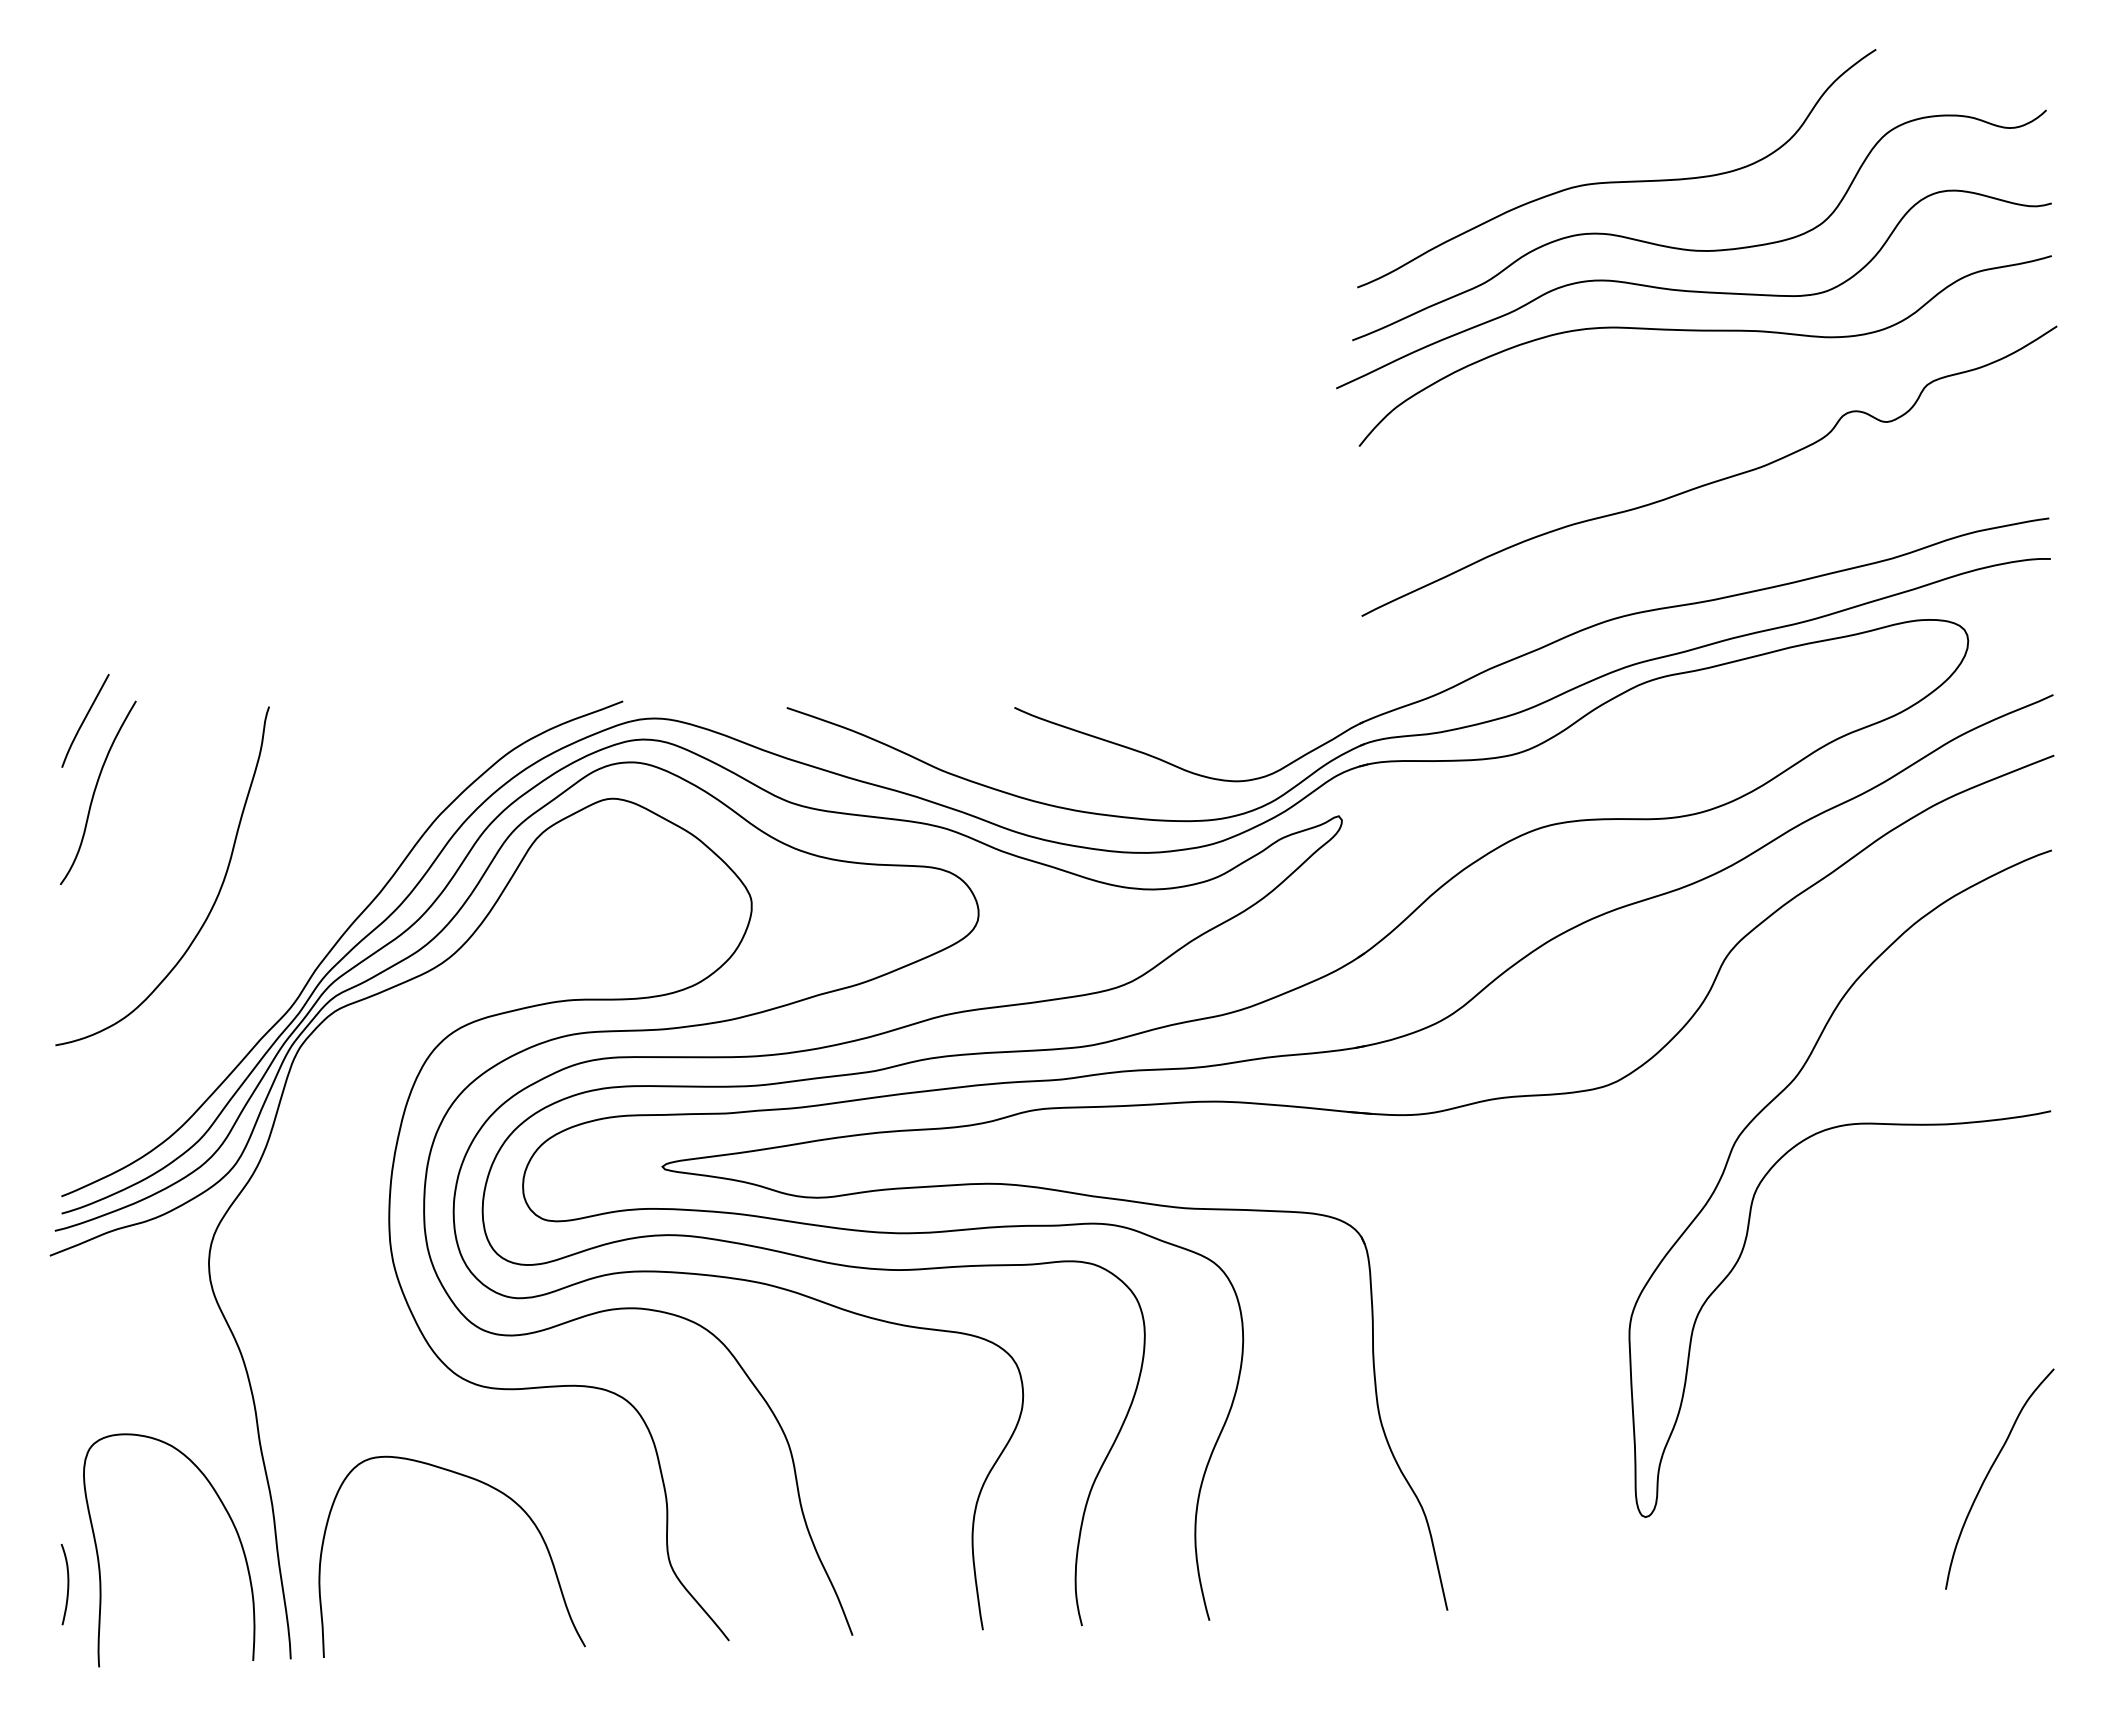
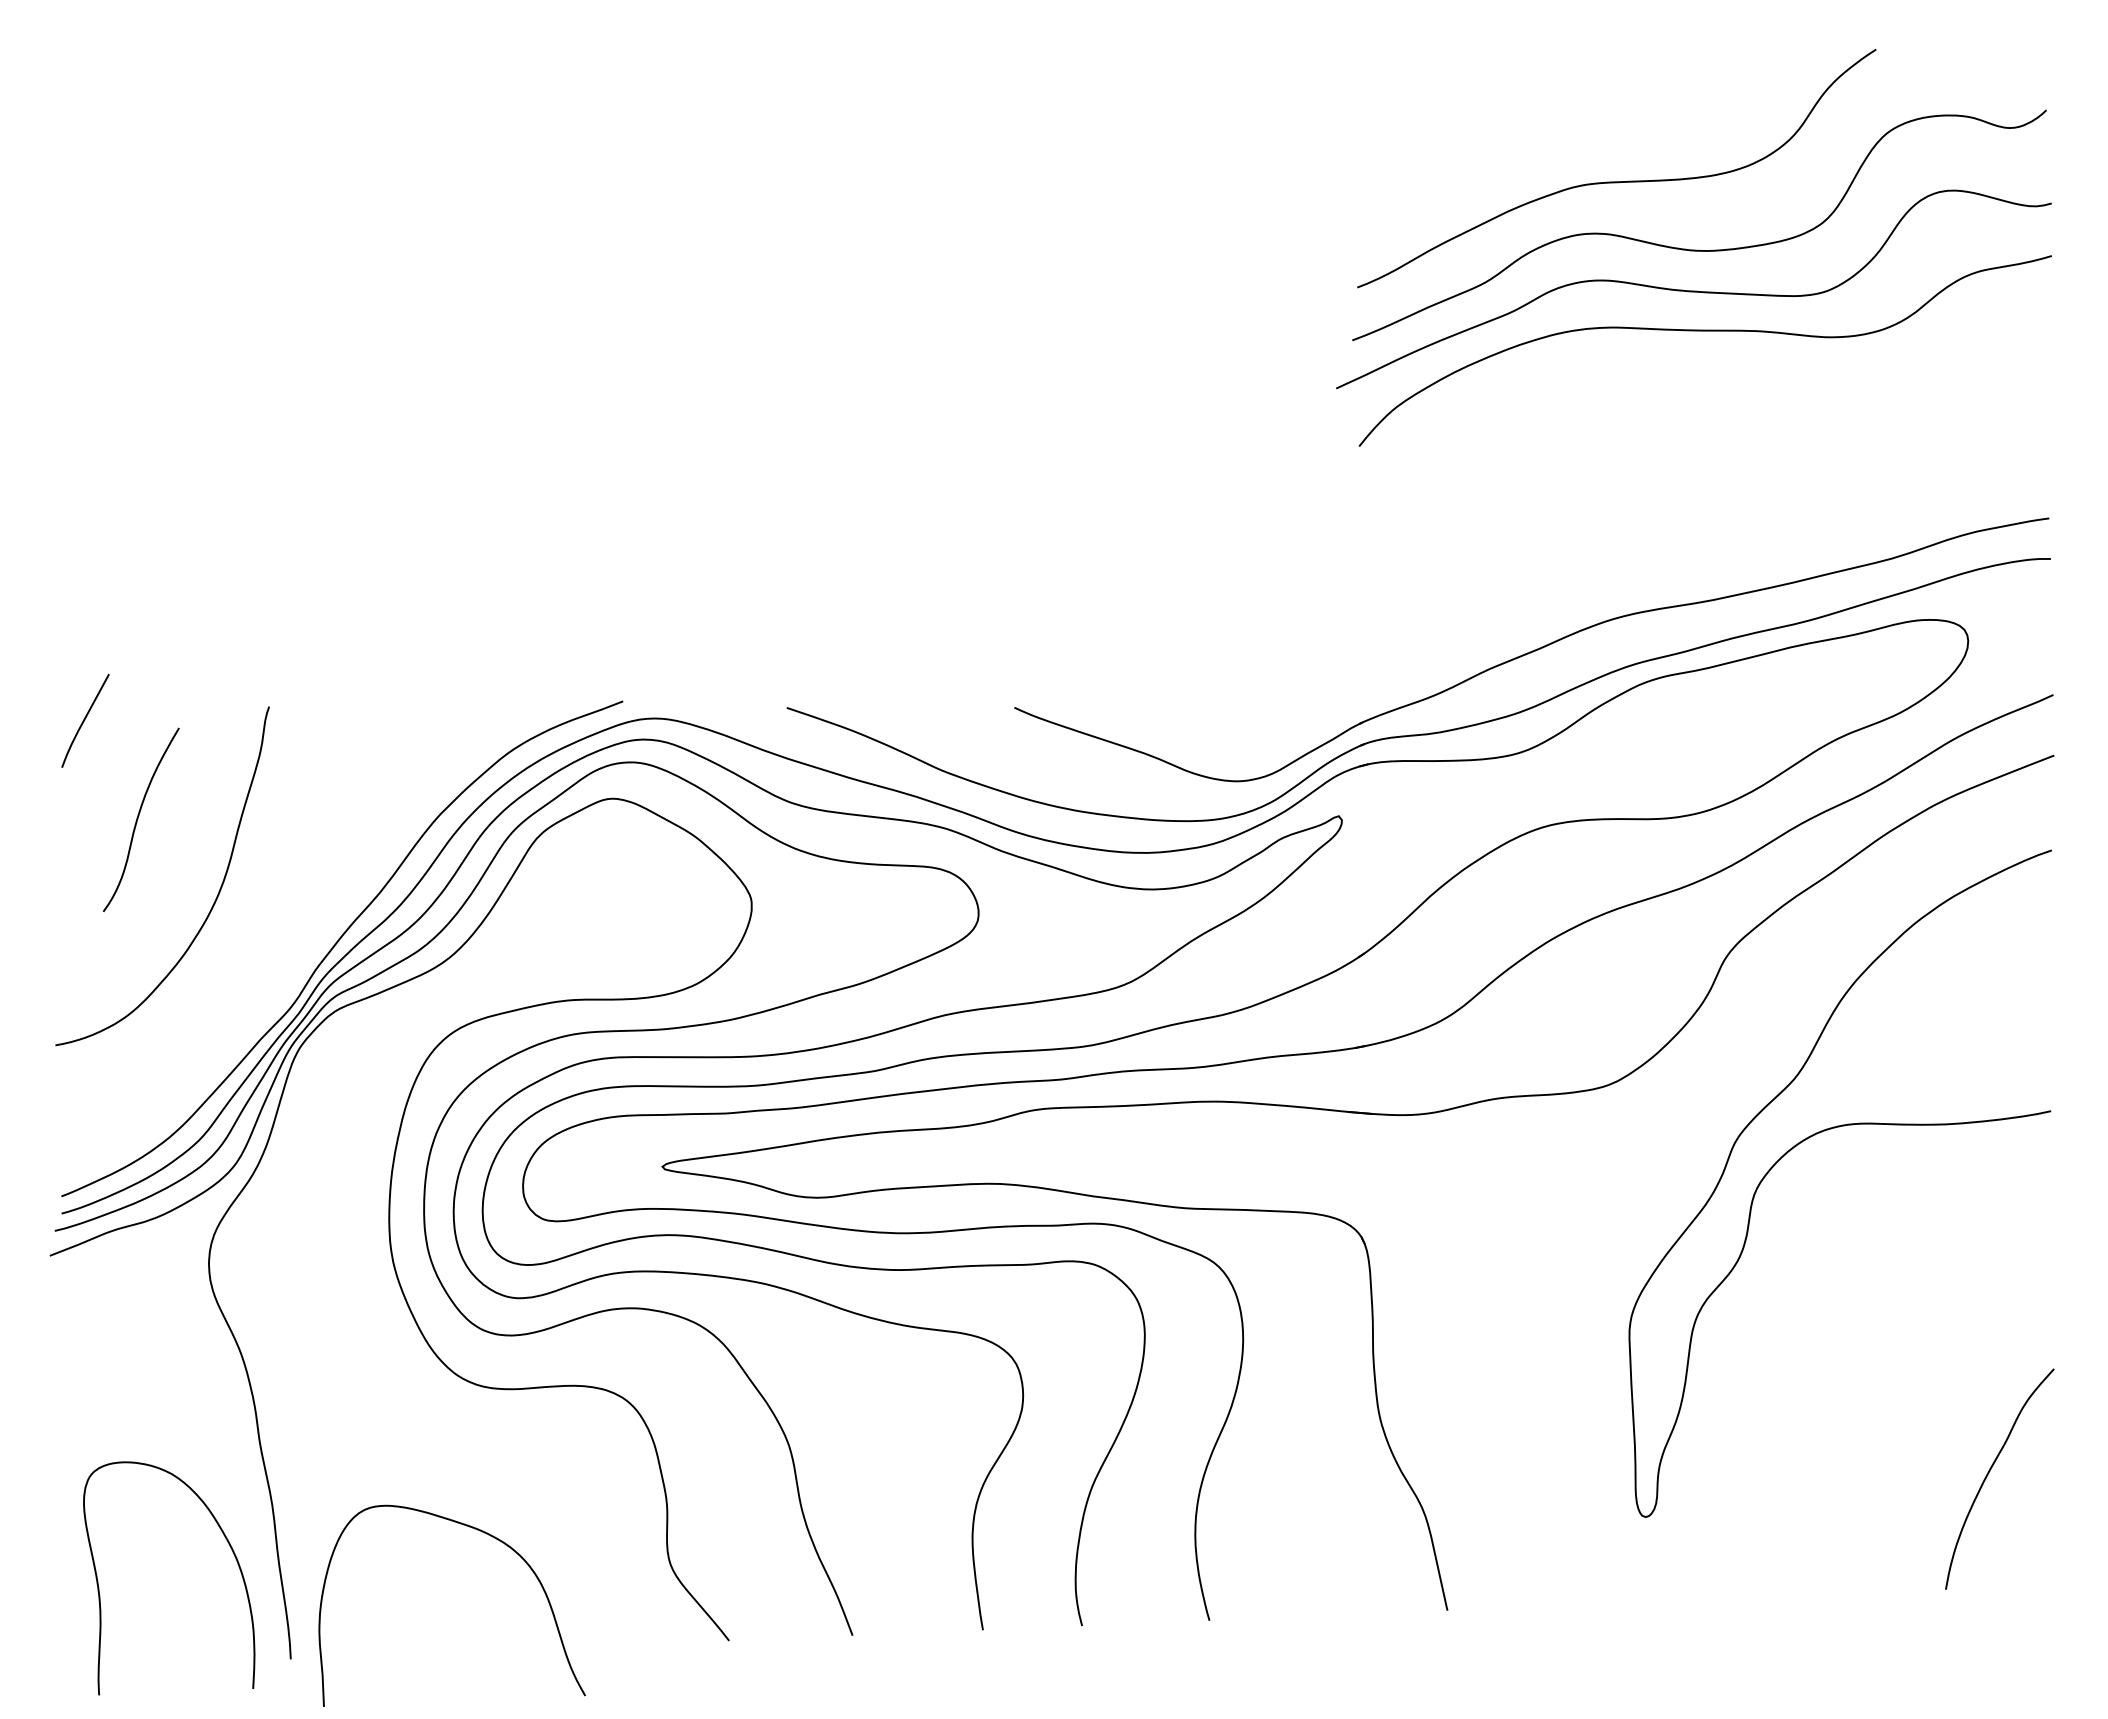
curve at (1712, 481): present -> none
curve at (95, 792) position: (95, 792) -> (138, 819)
curve at (479, 1482) position: (479, 1482) -> (479, 1531)
curve at (230, 1520) position: (230, 1520) -> (230, 1548)
curve at (67, 1584): present -> none
